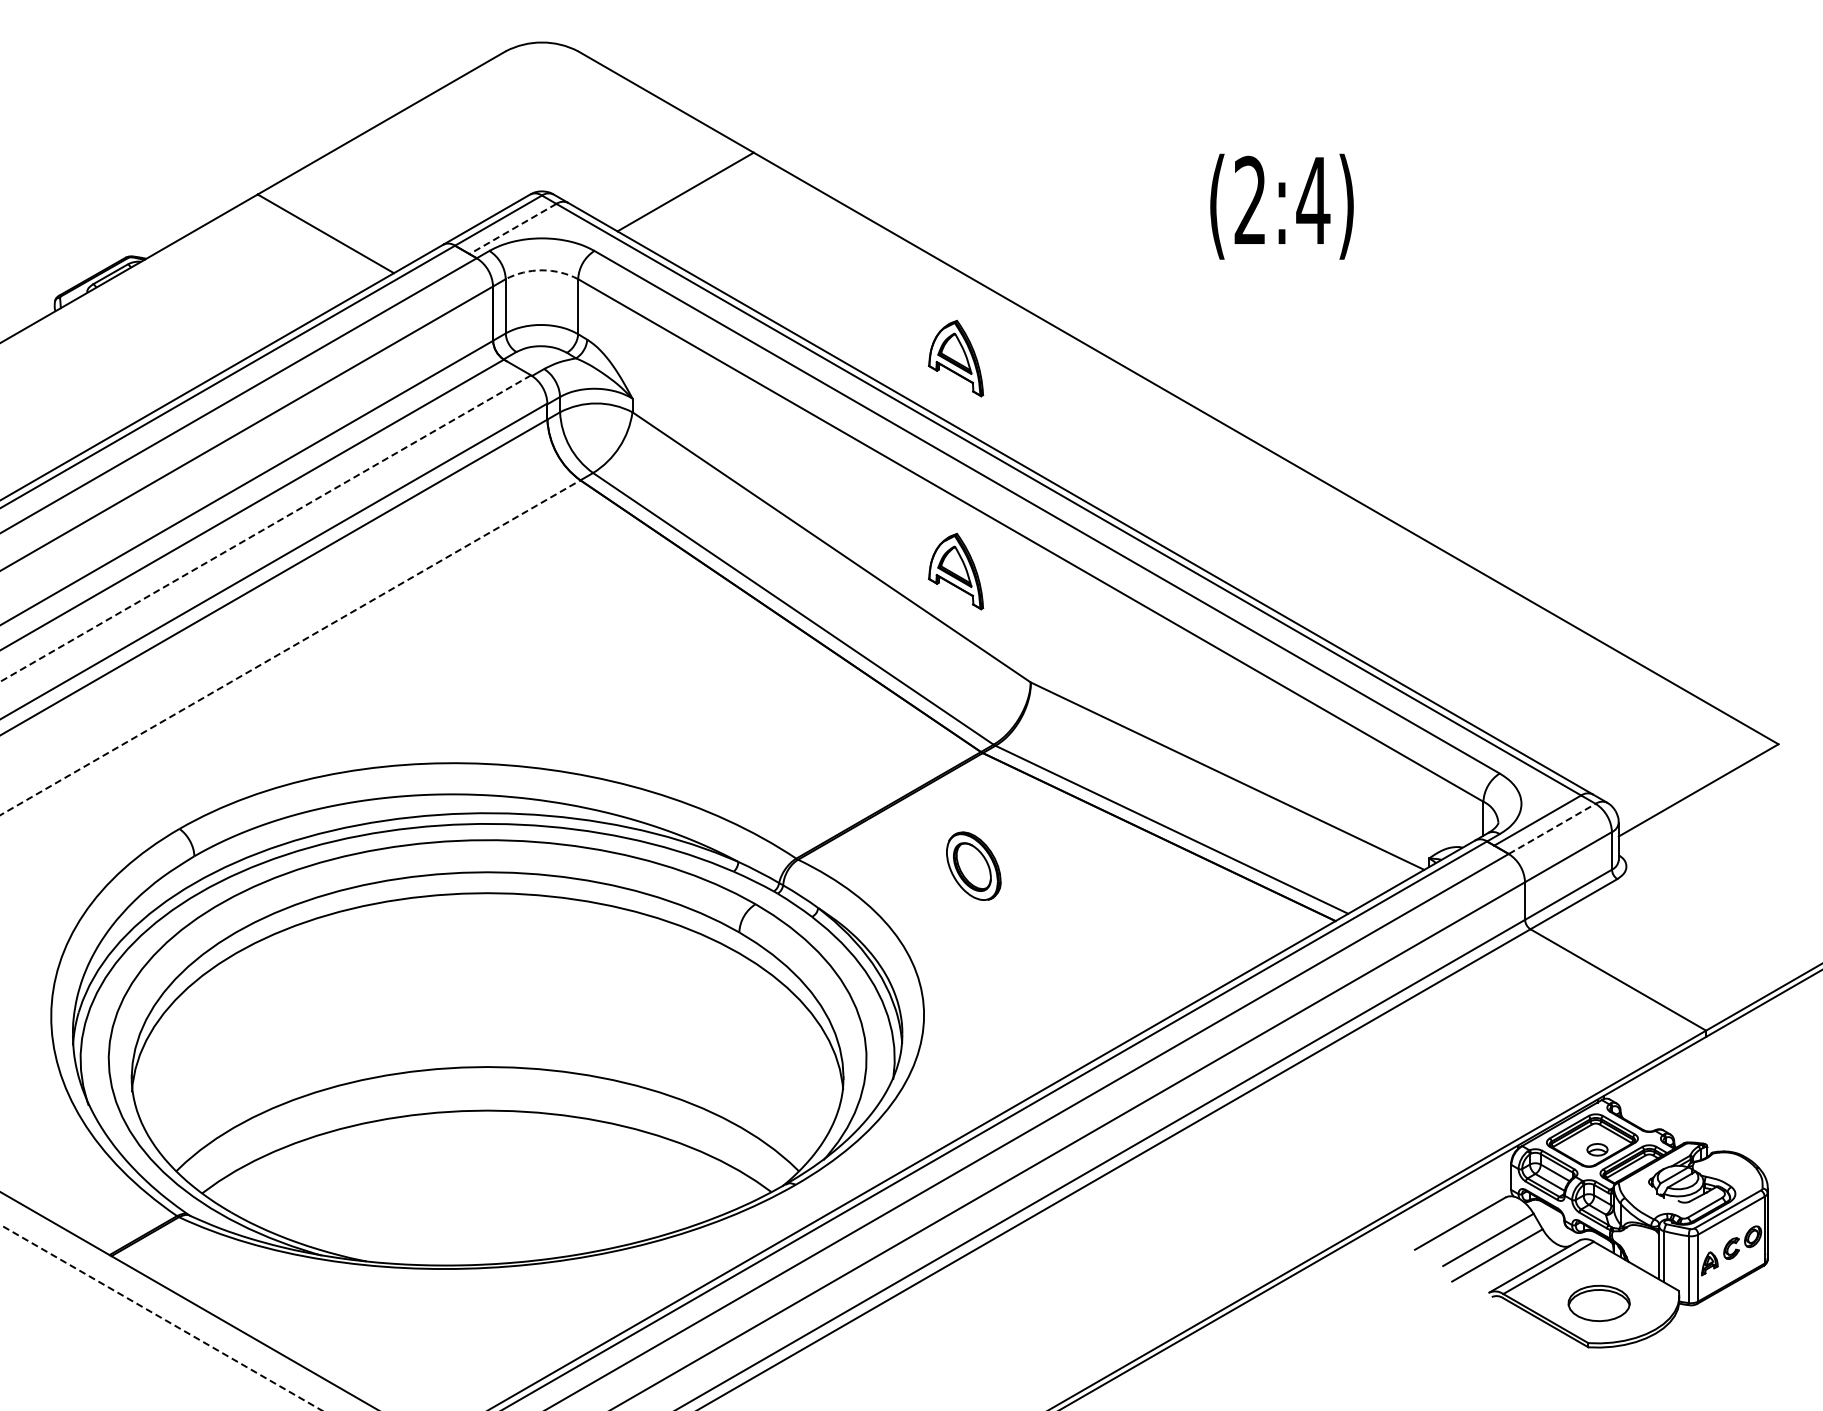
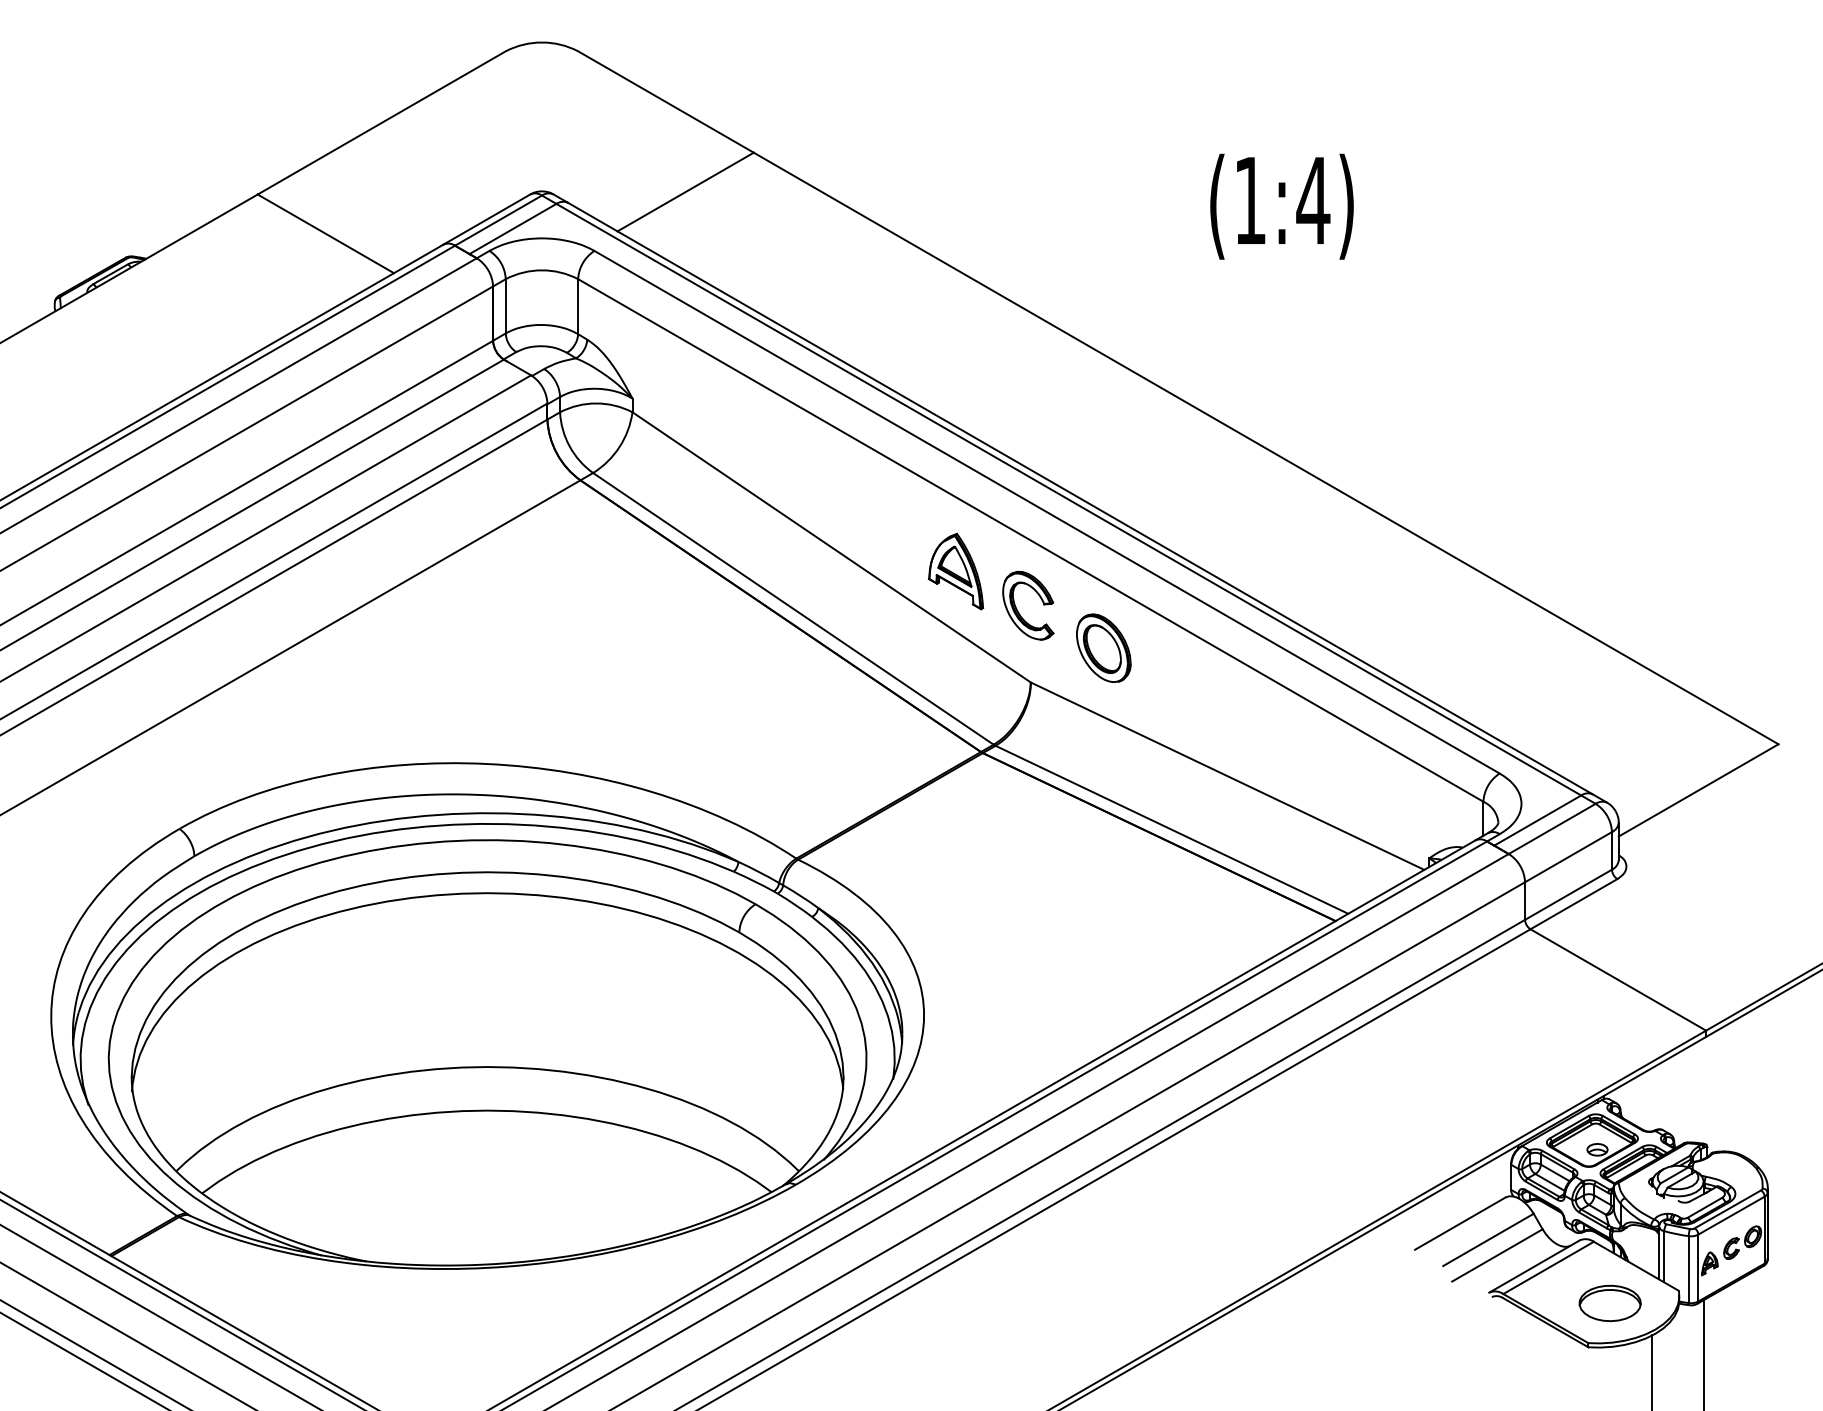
text at (1249, 199): (2:4) -> (1:4)
line at (512, 229): dashed -> solid
arc at (541, 270): dashed -> solid
part at (955, 358): present -> none
line at (265, 528): dashed -> solid
part at (1017, 608): none -> present
line at (290, 647): dashed -> solid
line at (1552, 828): dashed -> solid
part at (973, 865) position: (973, 865) -> (1103, 647)
part at (1598, 1302) position: (1598, 1302) -> (1609, 1302)
line at (181, 1303): none -> present
line at (160, 1317): dashed -> solid
line at (126, 1335): none -> present
line at (1703, 1353): none -> present
line at (94, 1354): none -> present
line at (83, 1360): none -> present
line at (1652, 1371): none -> present
